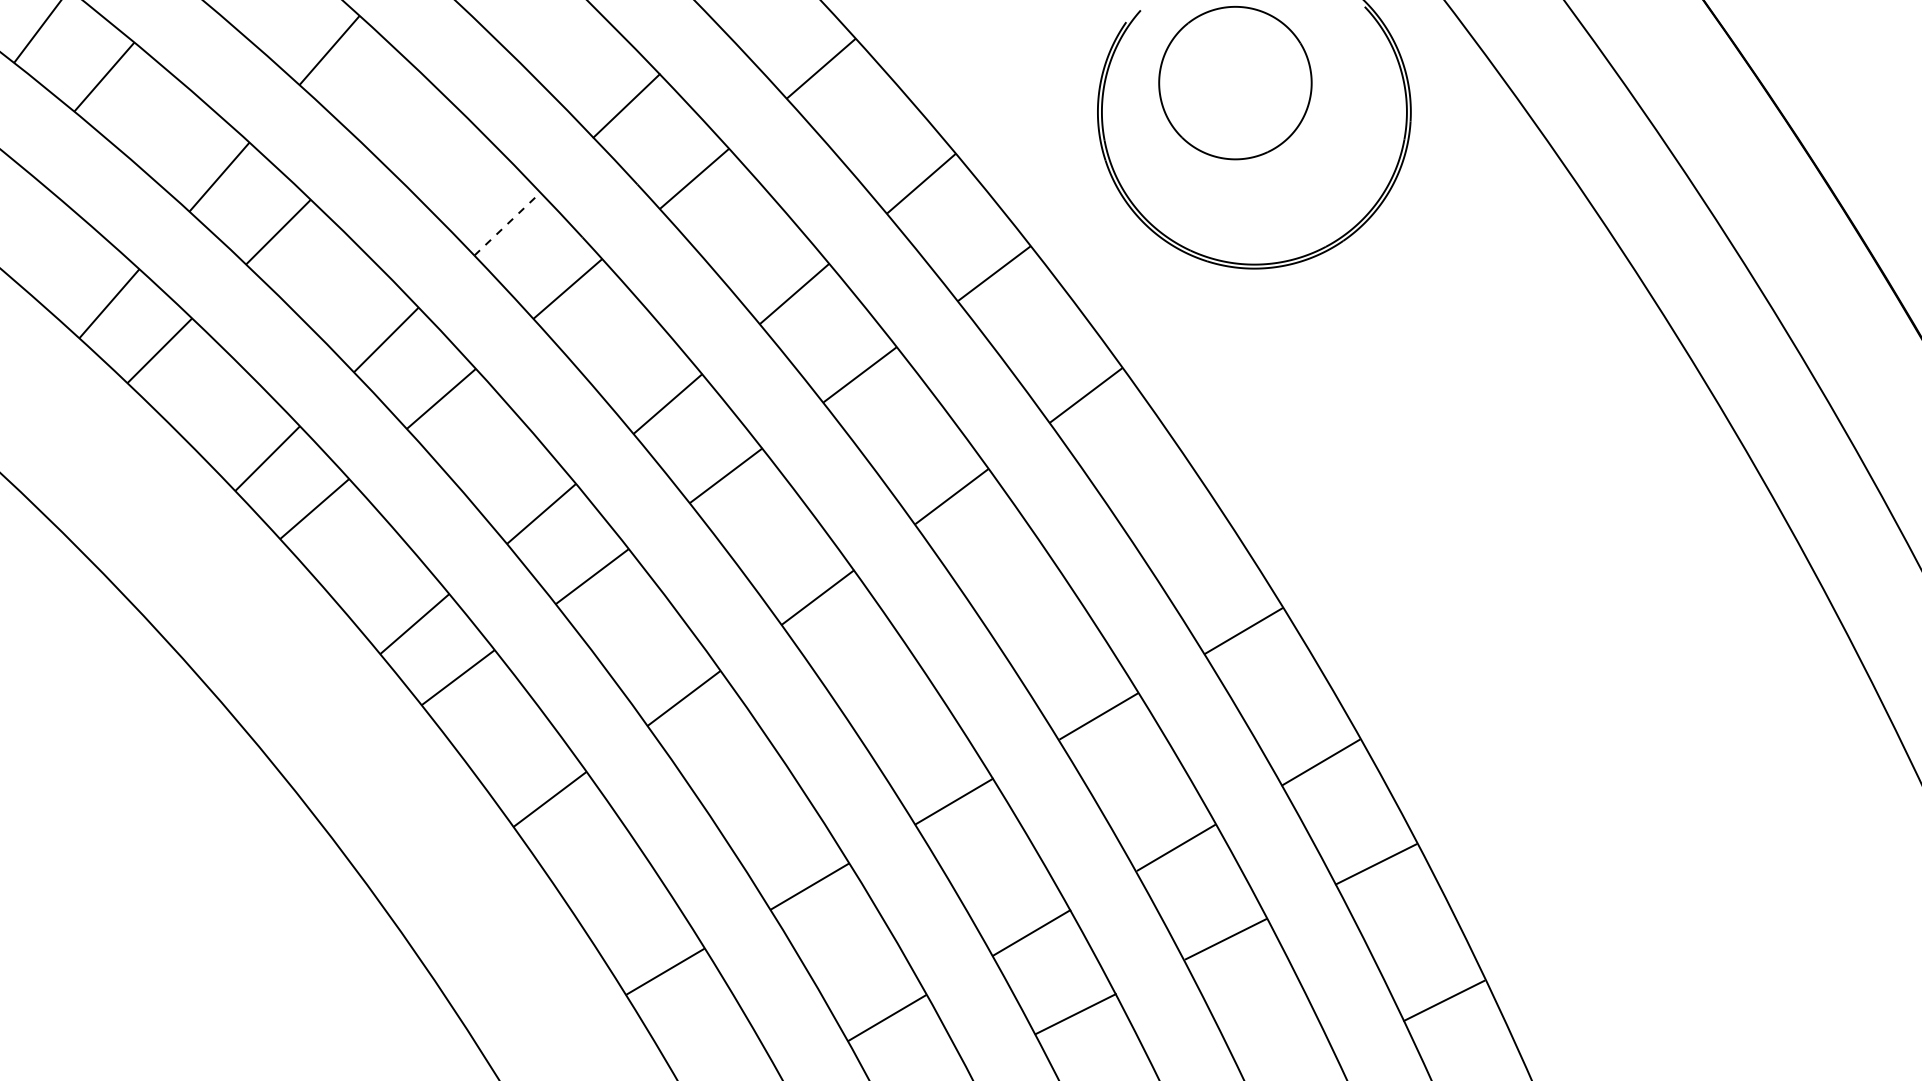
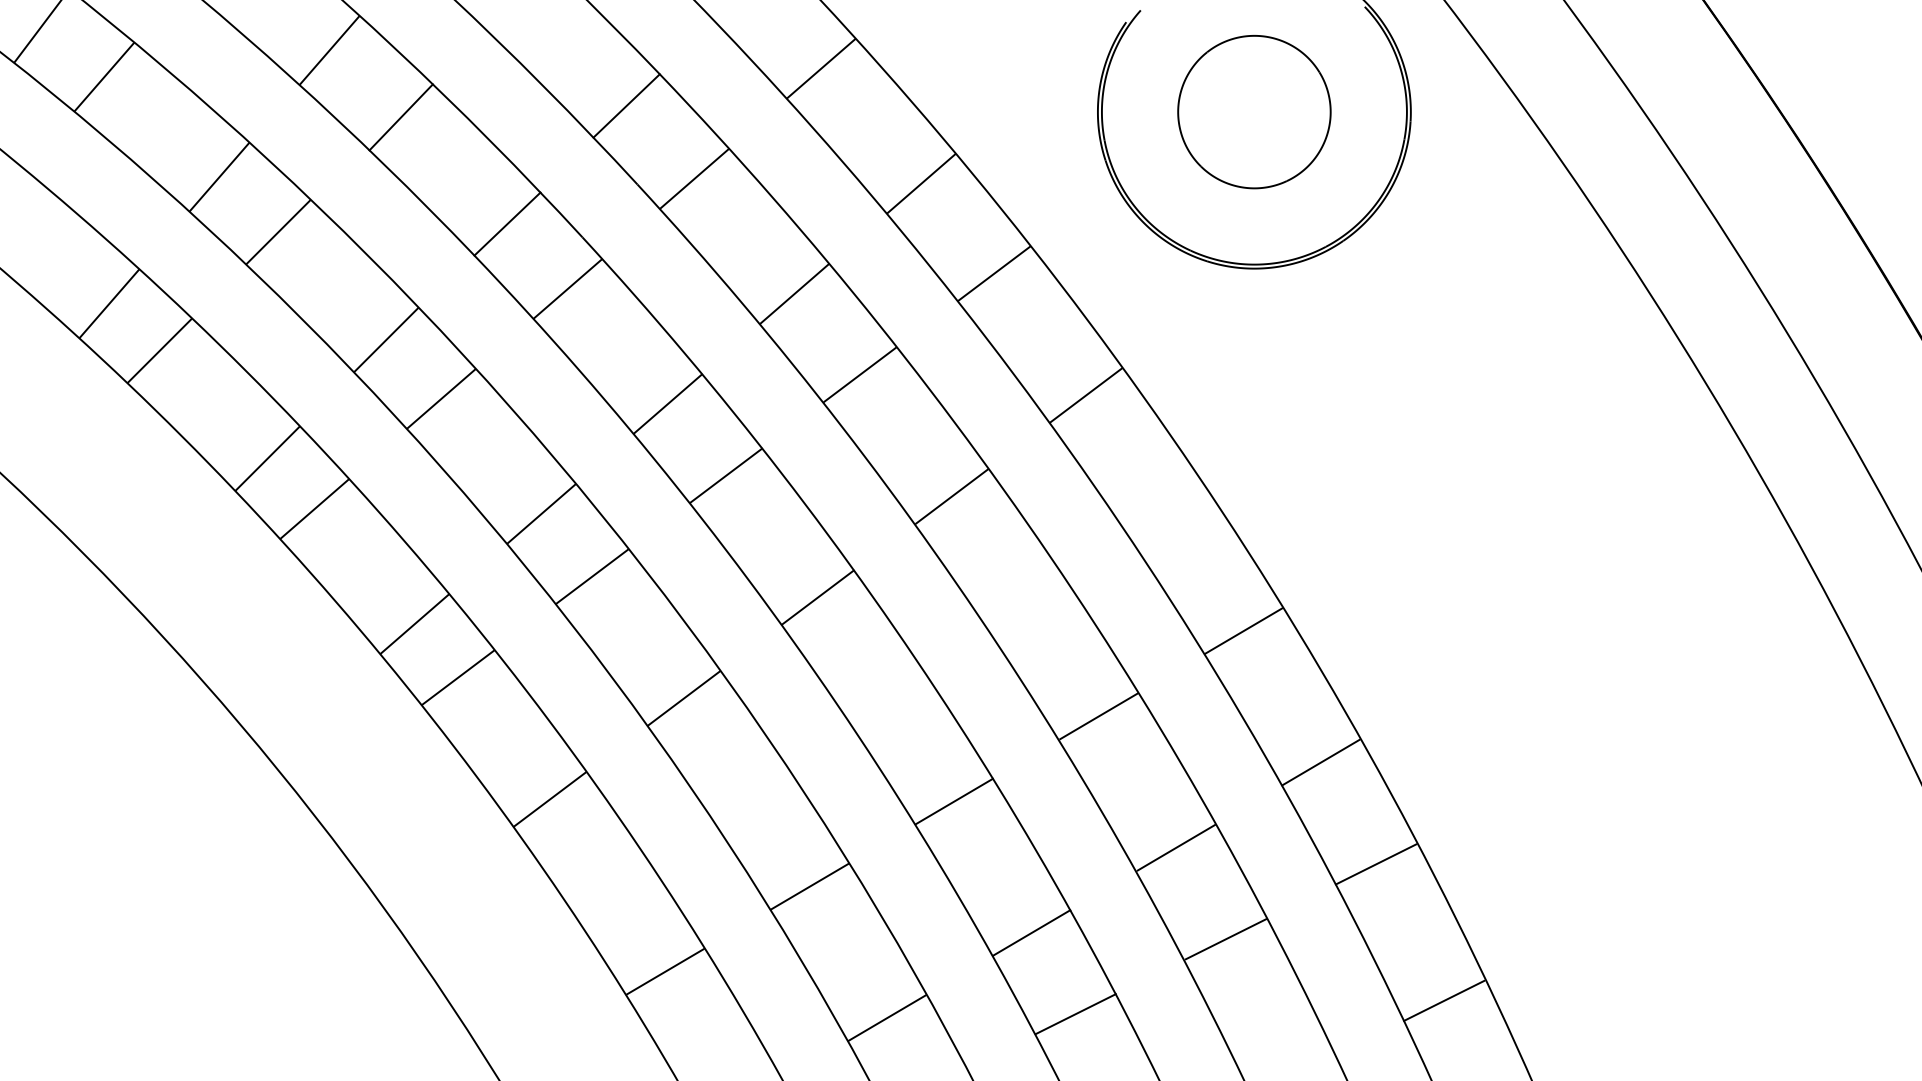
part at (1235, 83) position: (1235, 83) -> (1254, 112)
line at (400, 117): none -> present
line at (507, 224): dashed -> solid
